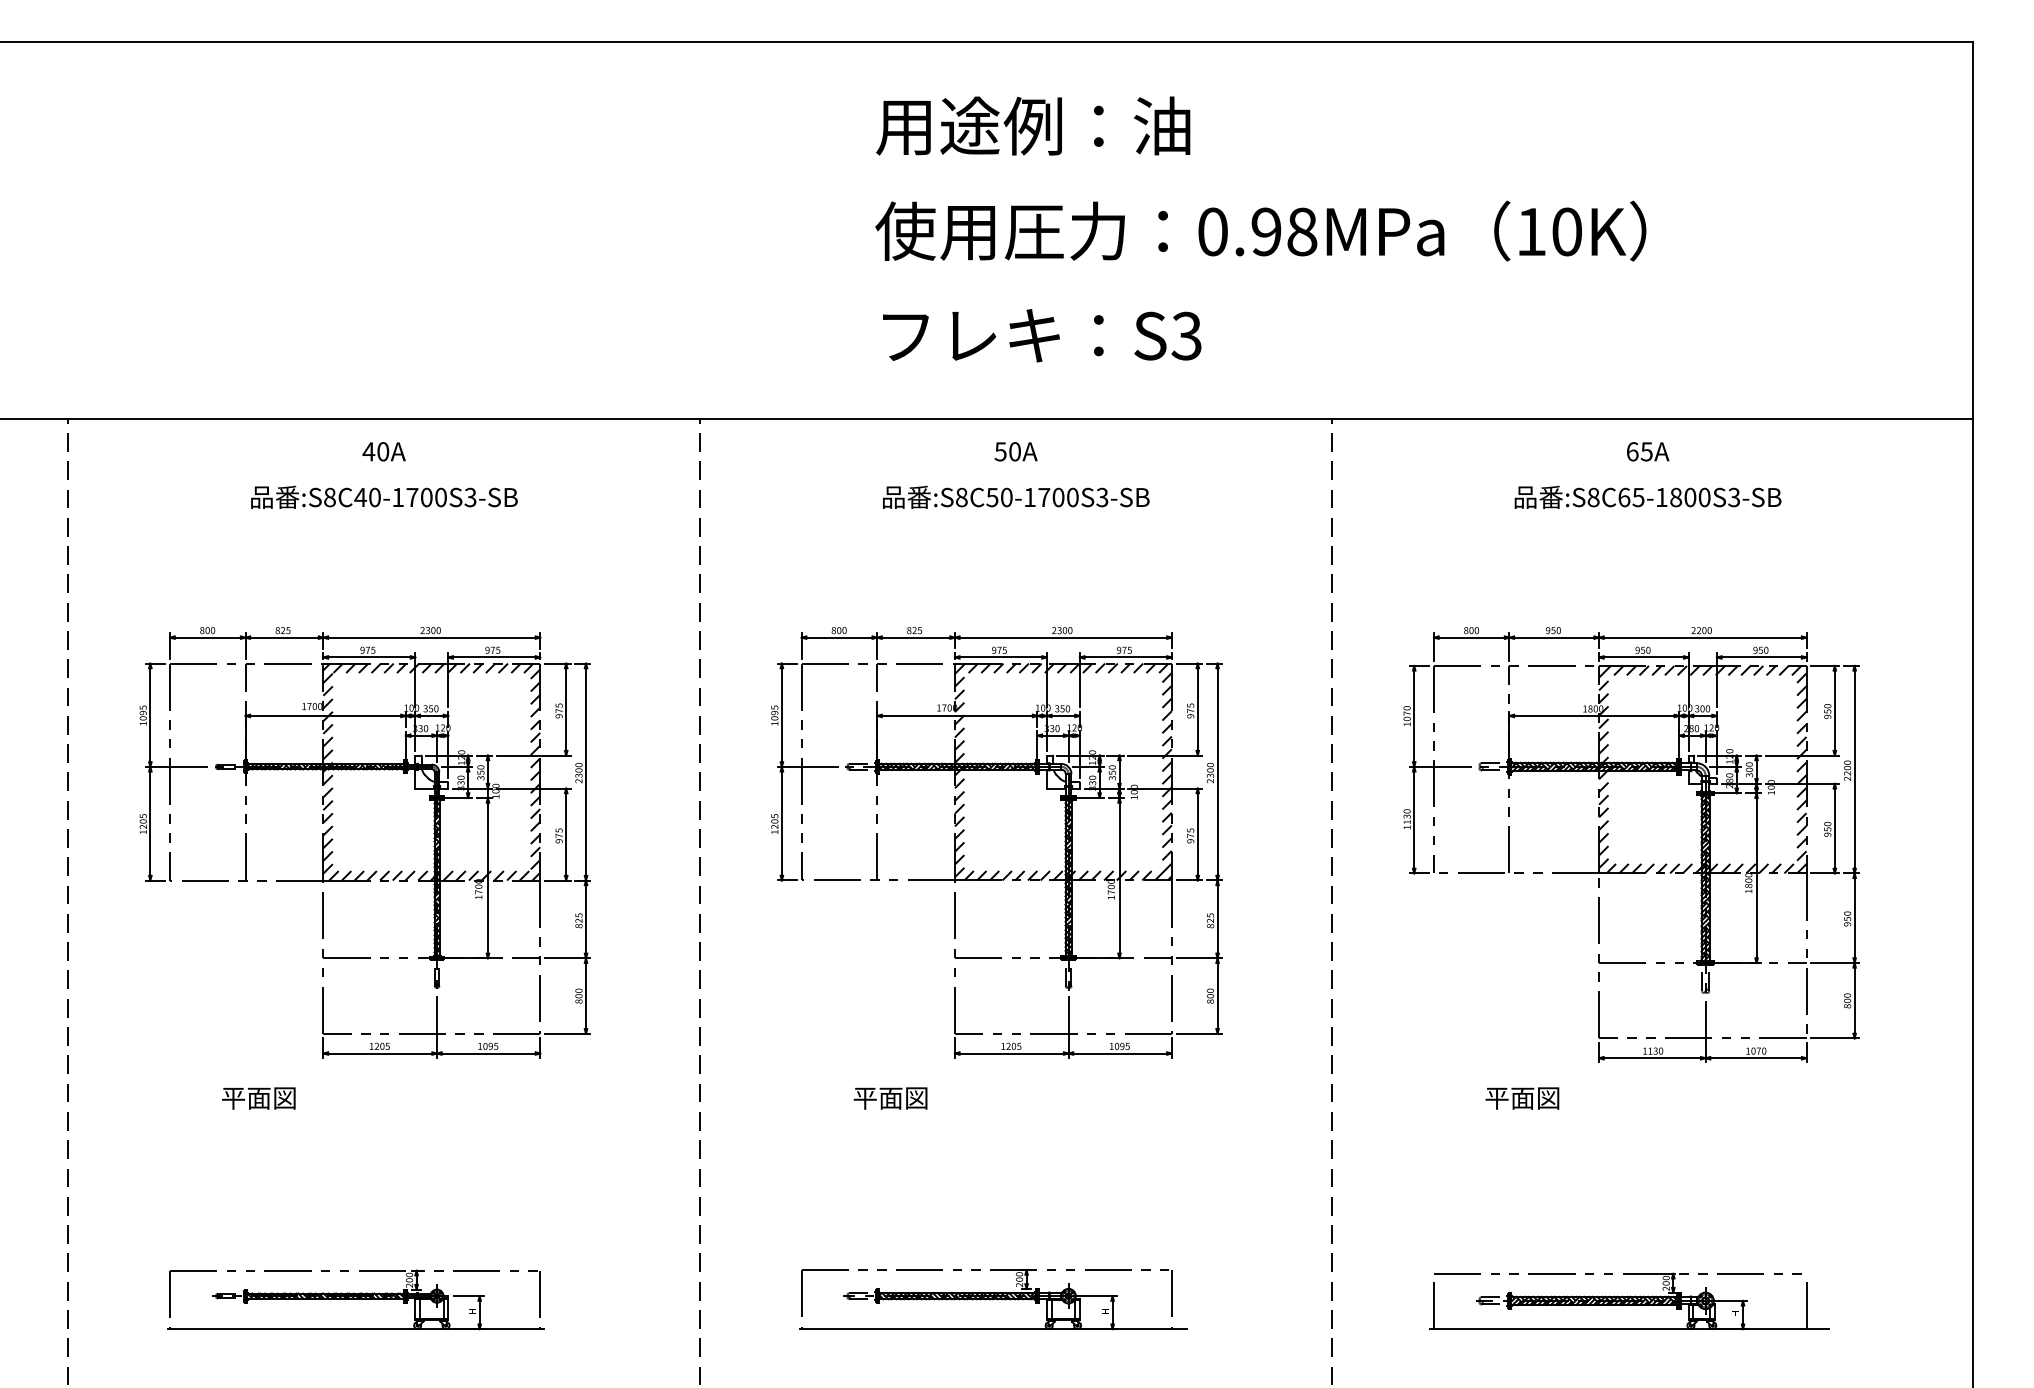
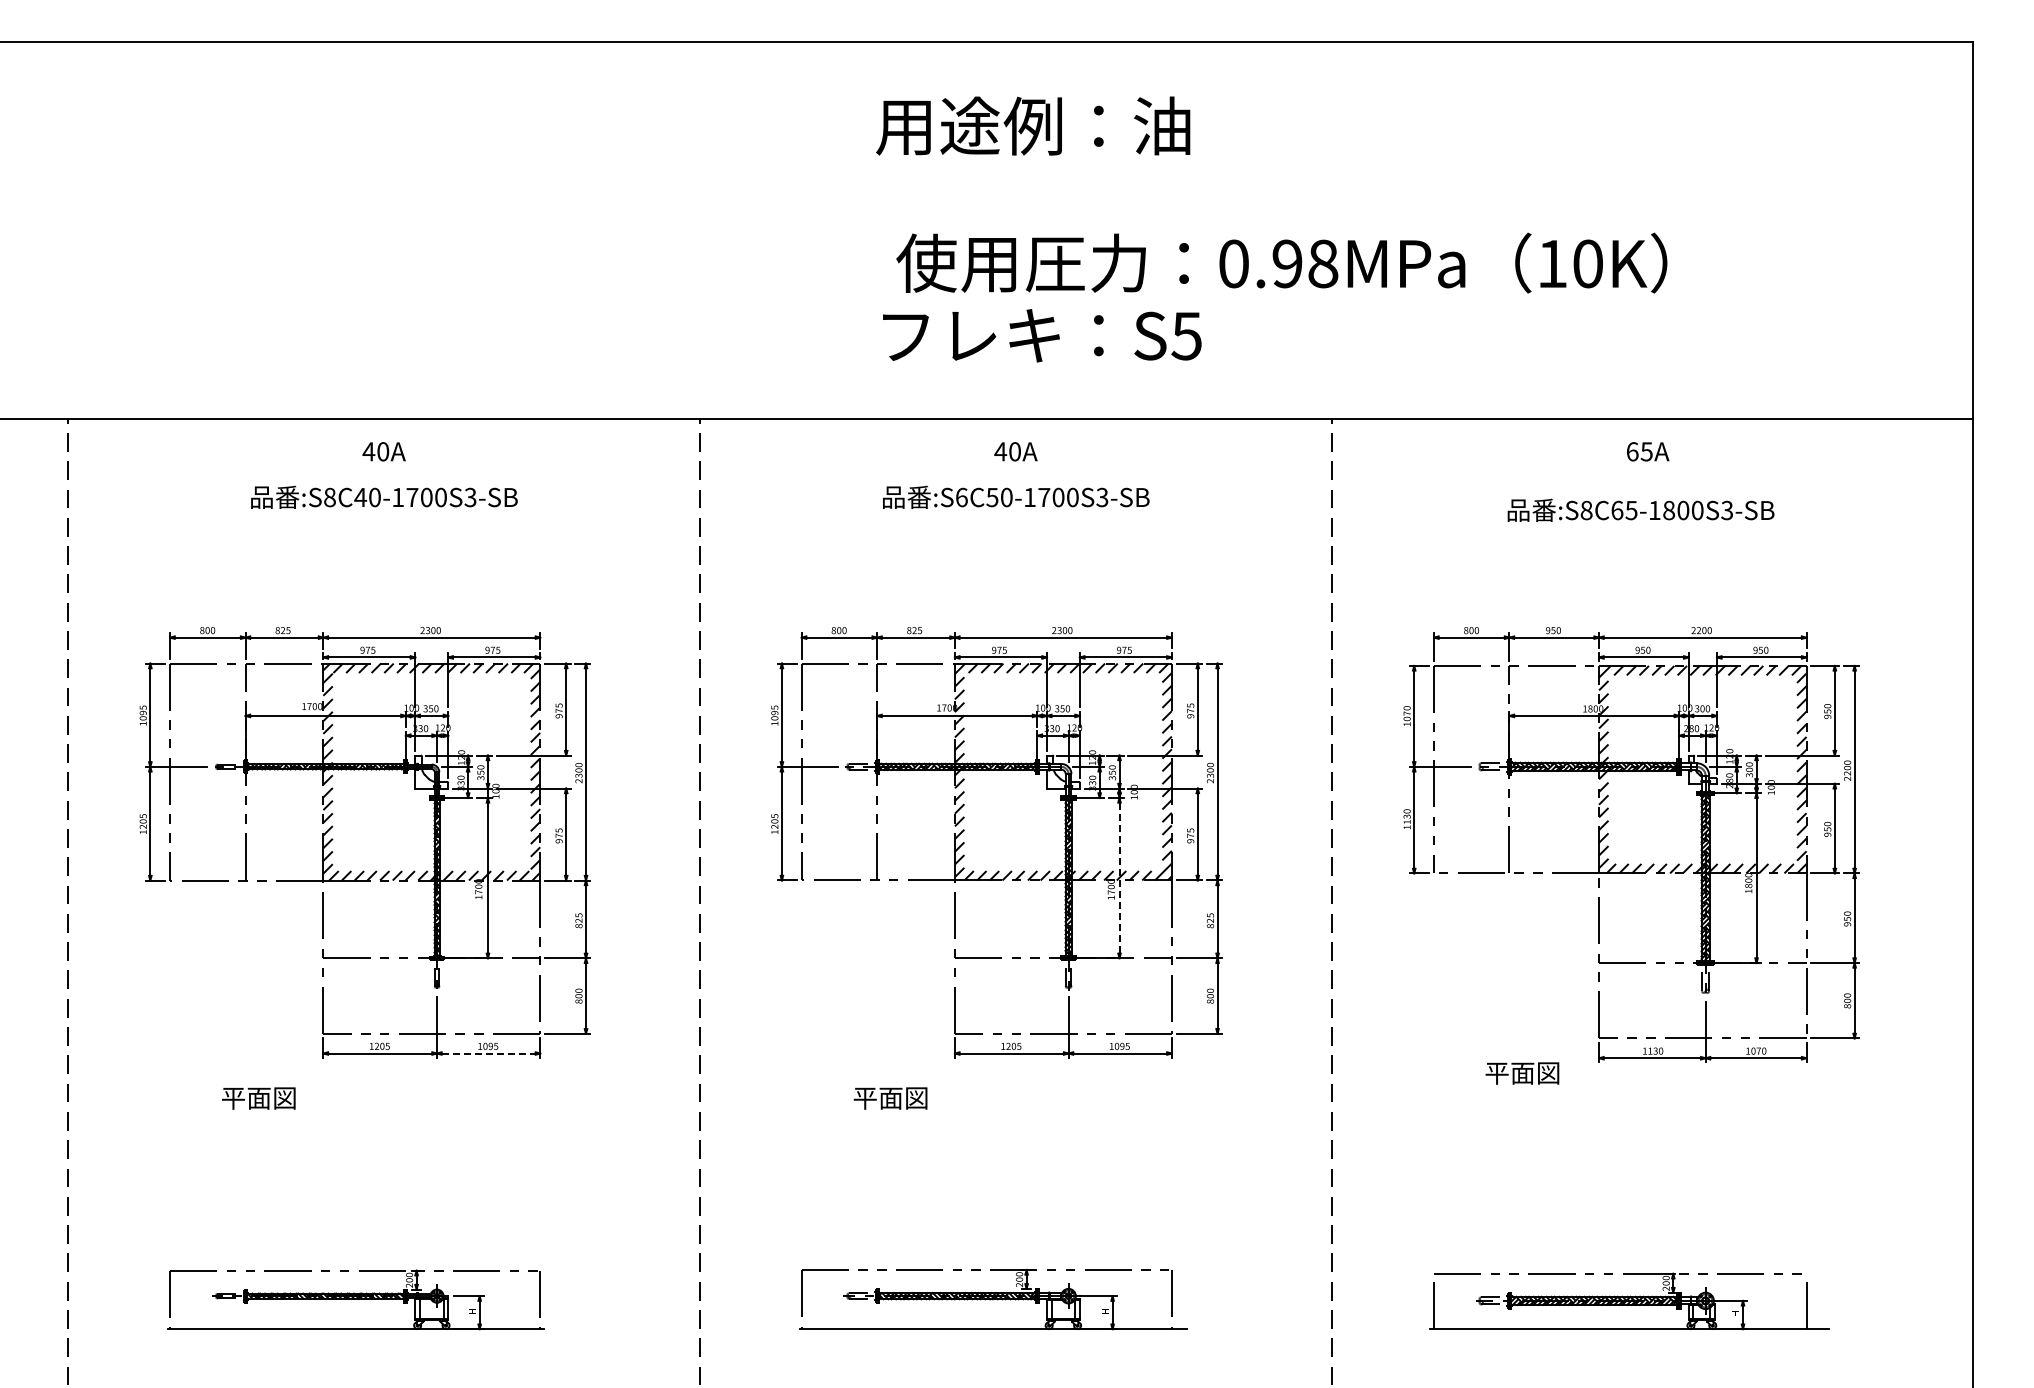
text at (1260, 230) position: (1260, 230) -> (1281, 262)
text at (1186, 335): S3 -> S5
text at (1000, 451): 50A -> 40A
text at (1647, 496) position: (1647, 496) -> (1640, 509)
text at (961, 497): :S8C50-1700S3-SB -> :S6C50-1700S3-SB
line at (1119, 878): solid -> dashed
line at (488, 1053): solid -> dashed
text at (1522, 1098) position: (1522, 1098) -> (1522, 1073)
